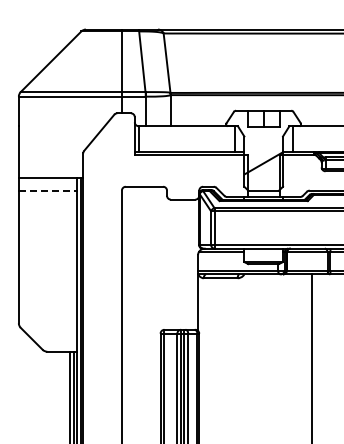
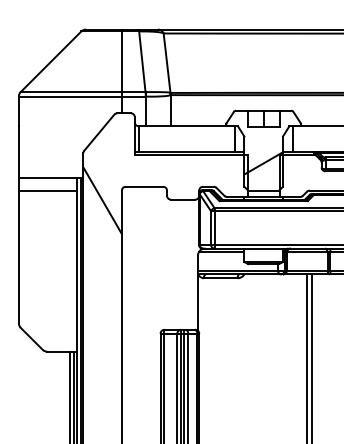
line at (47, 190): dashed -> solid
hatch at (102, 200): none -> present
line at (306, 357): none -> present
